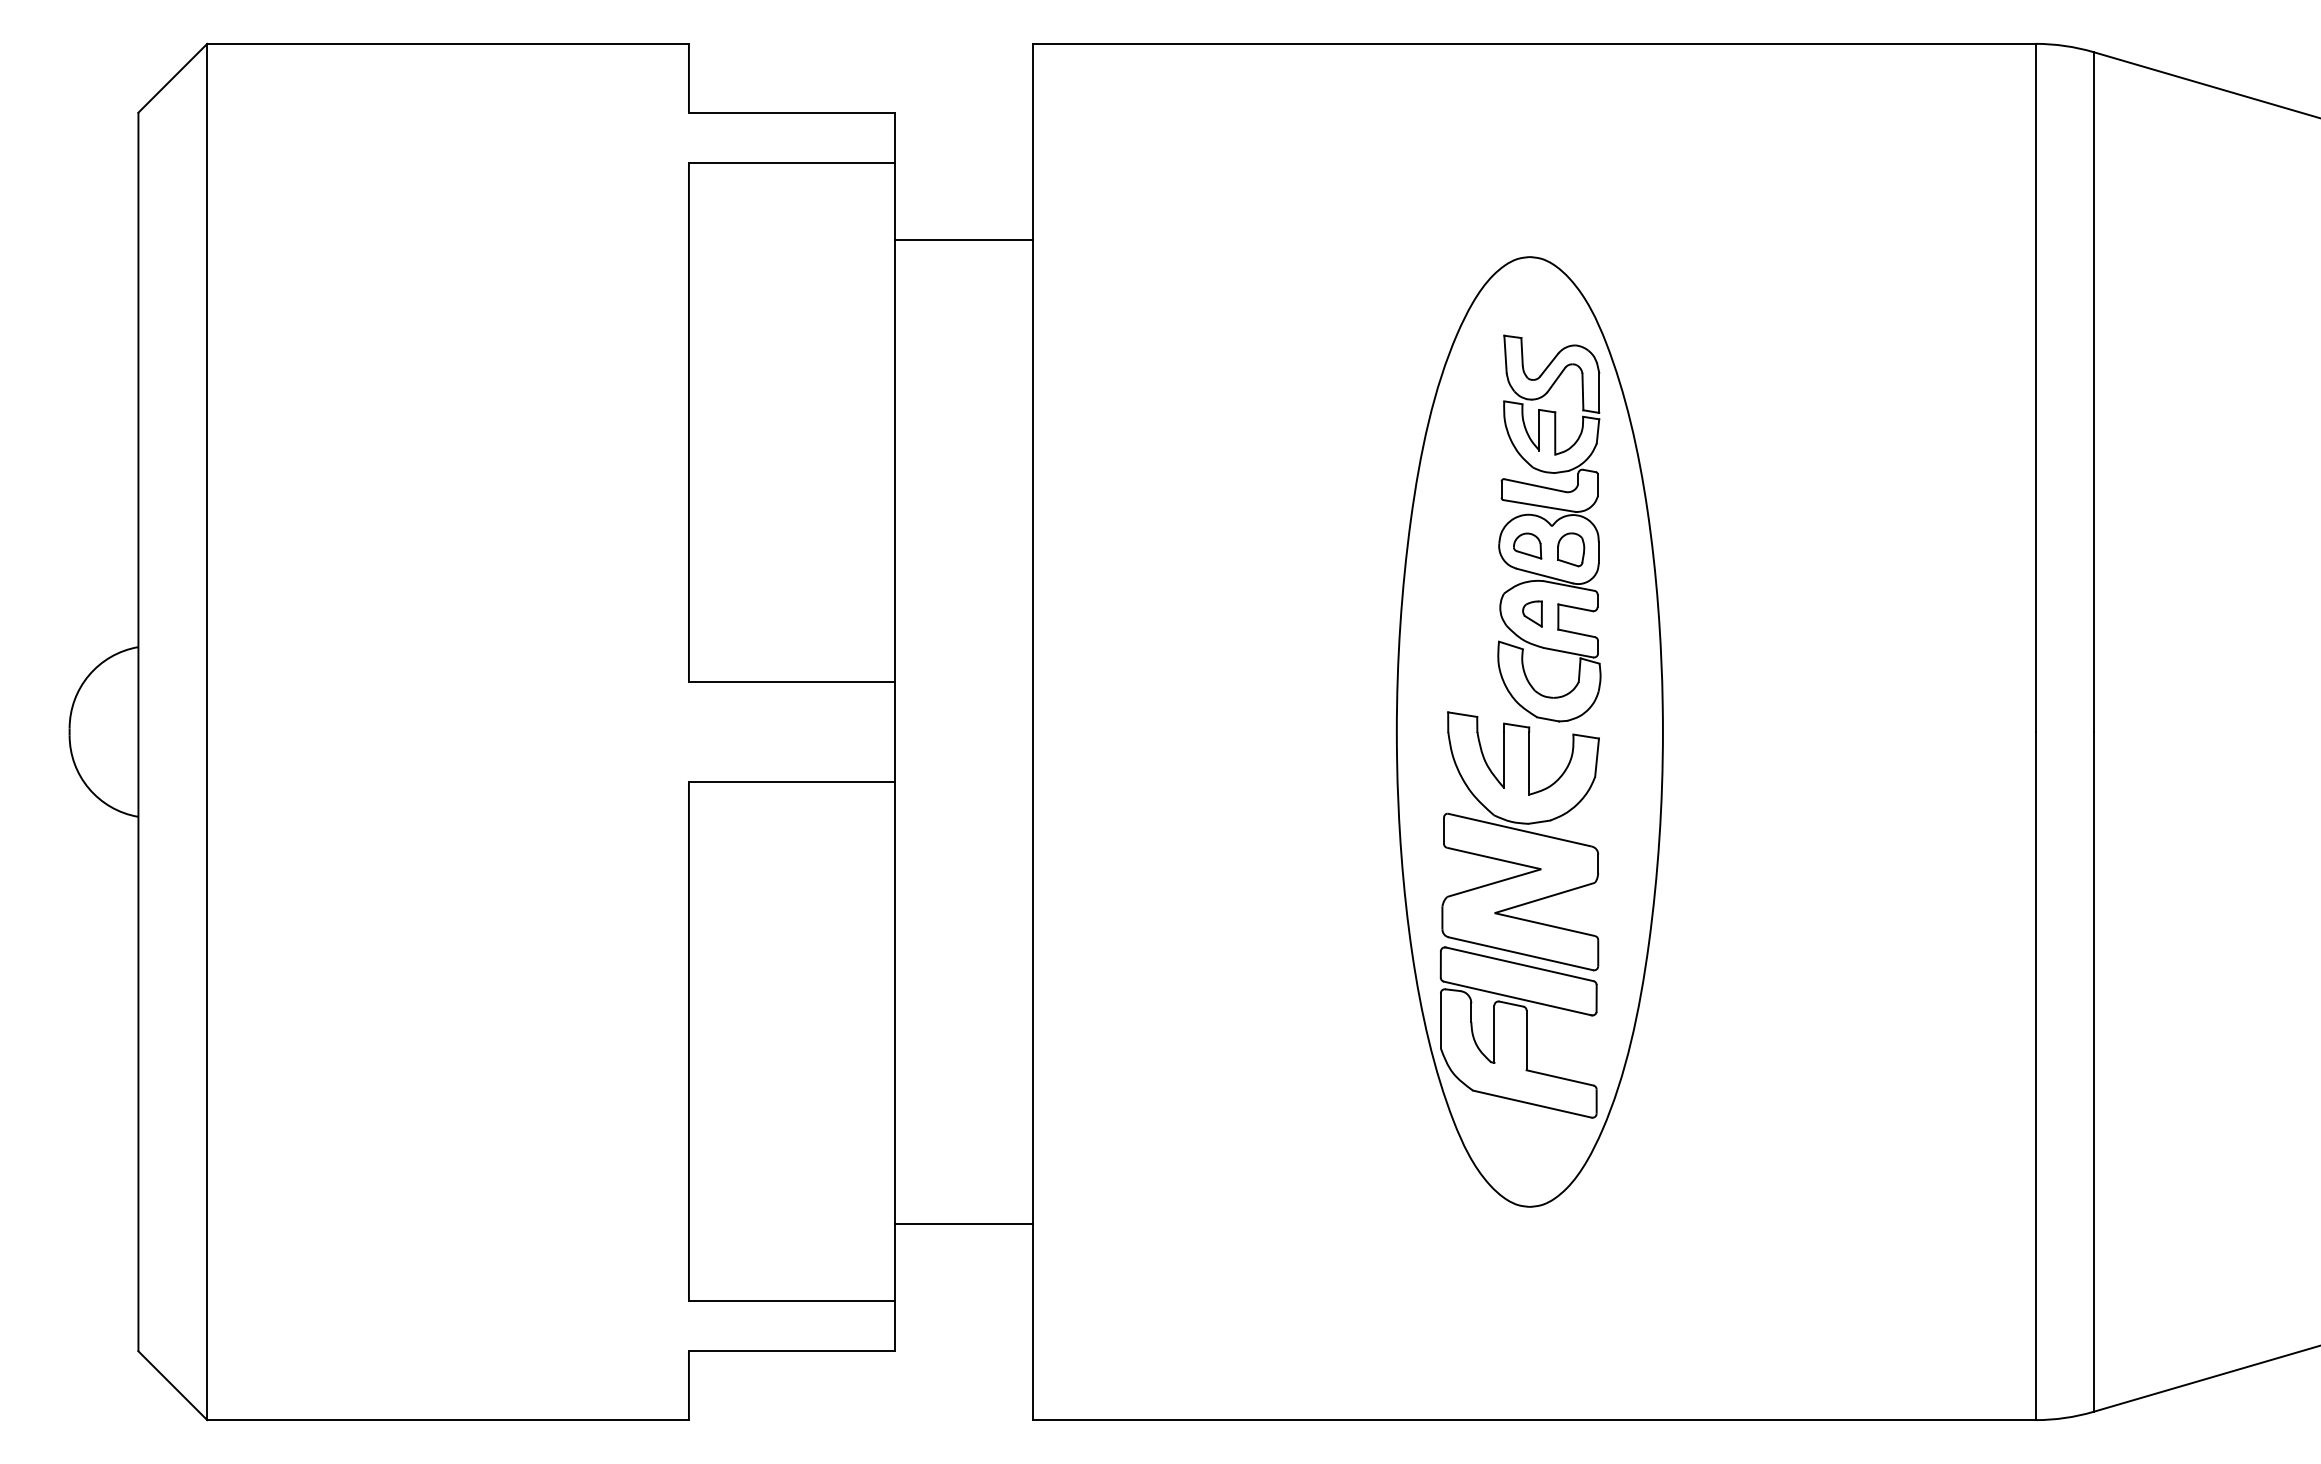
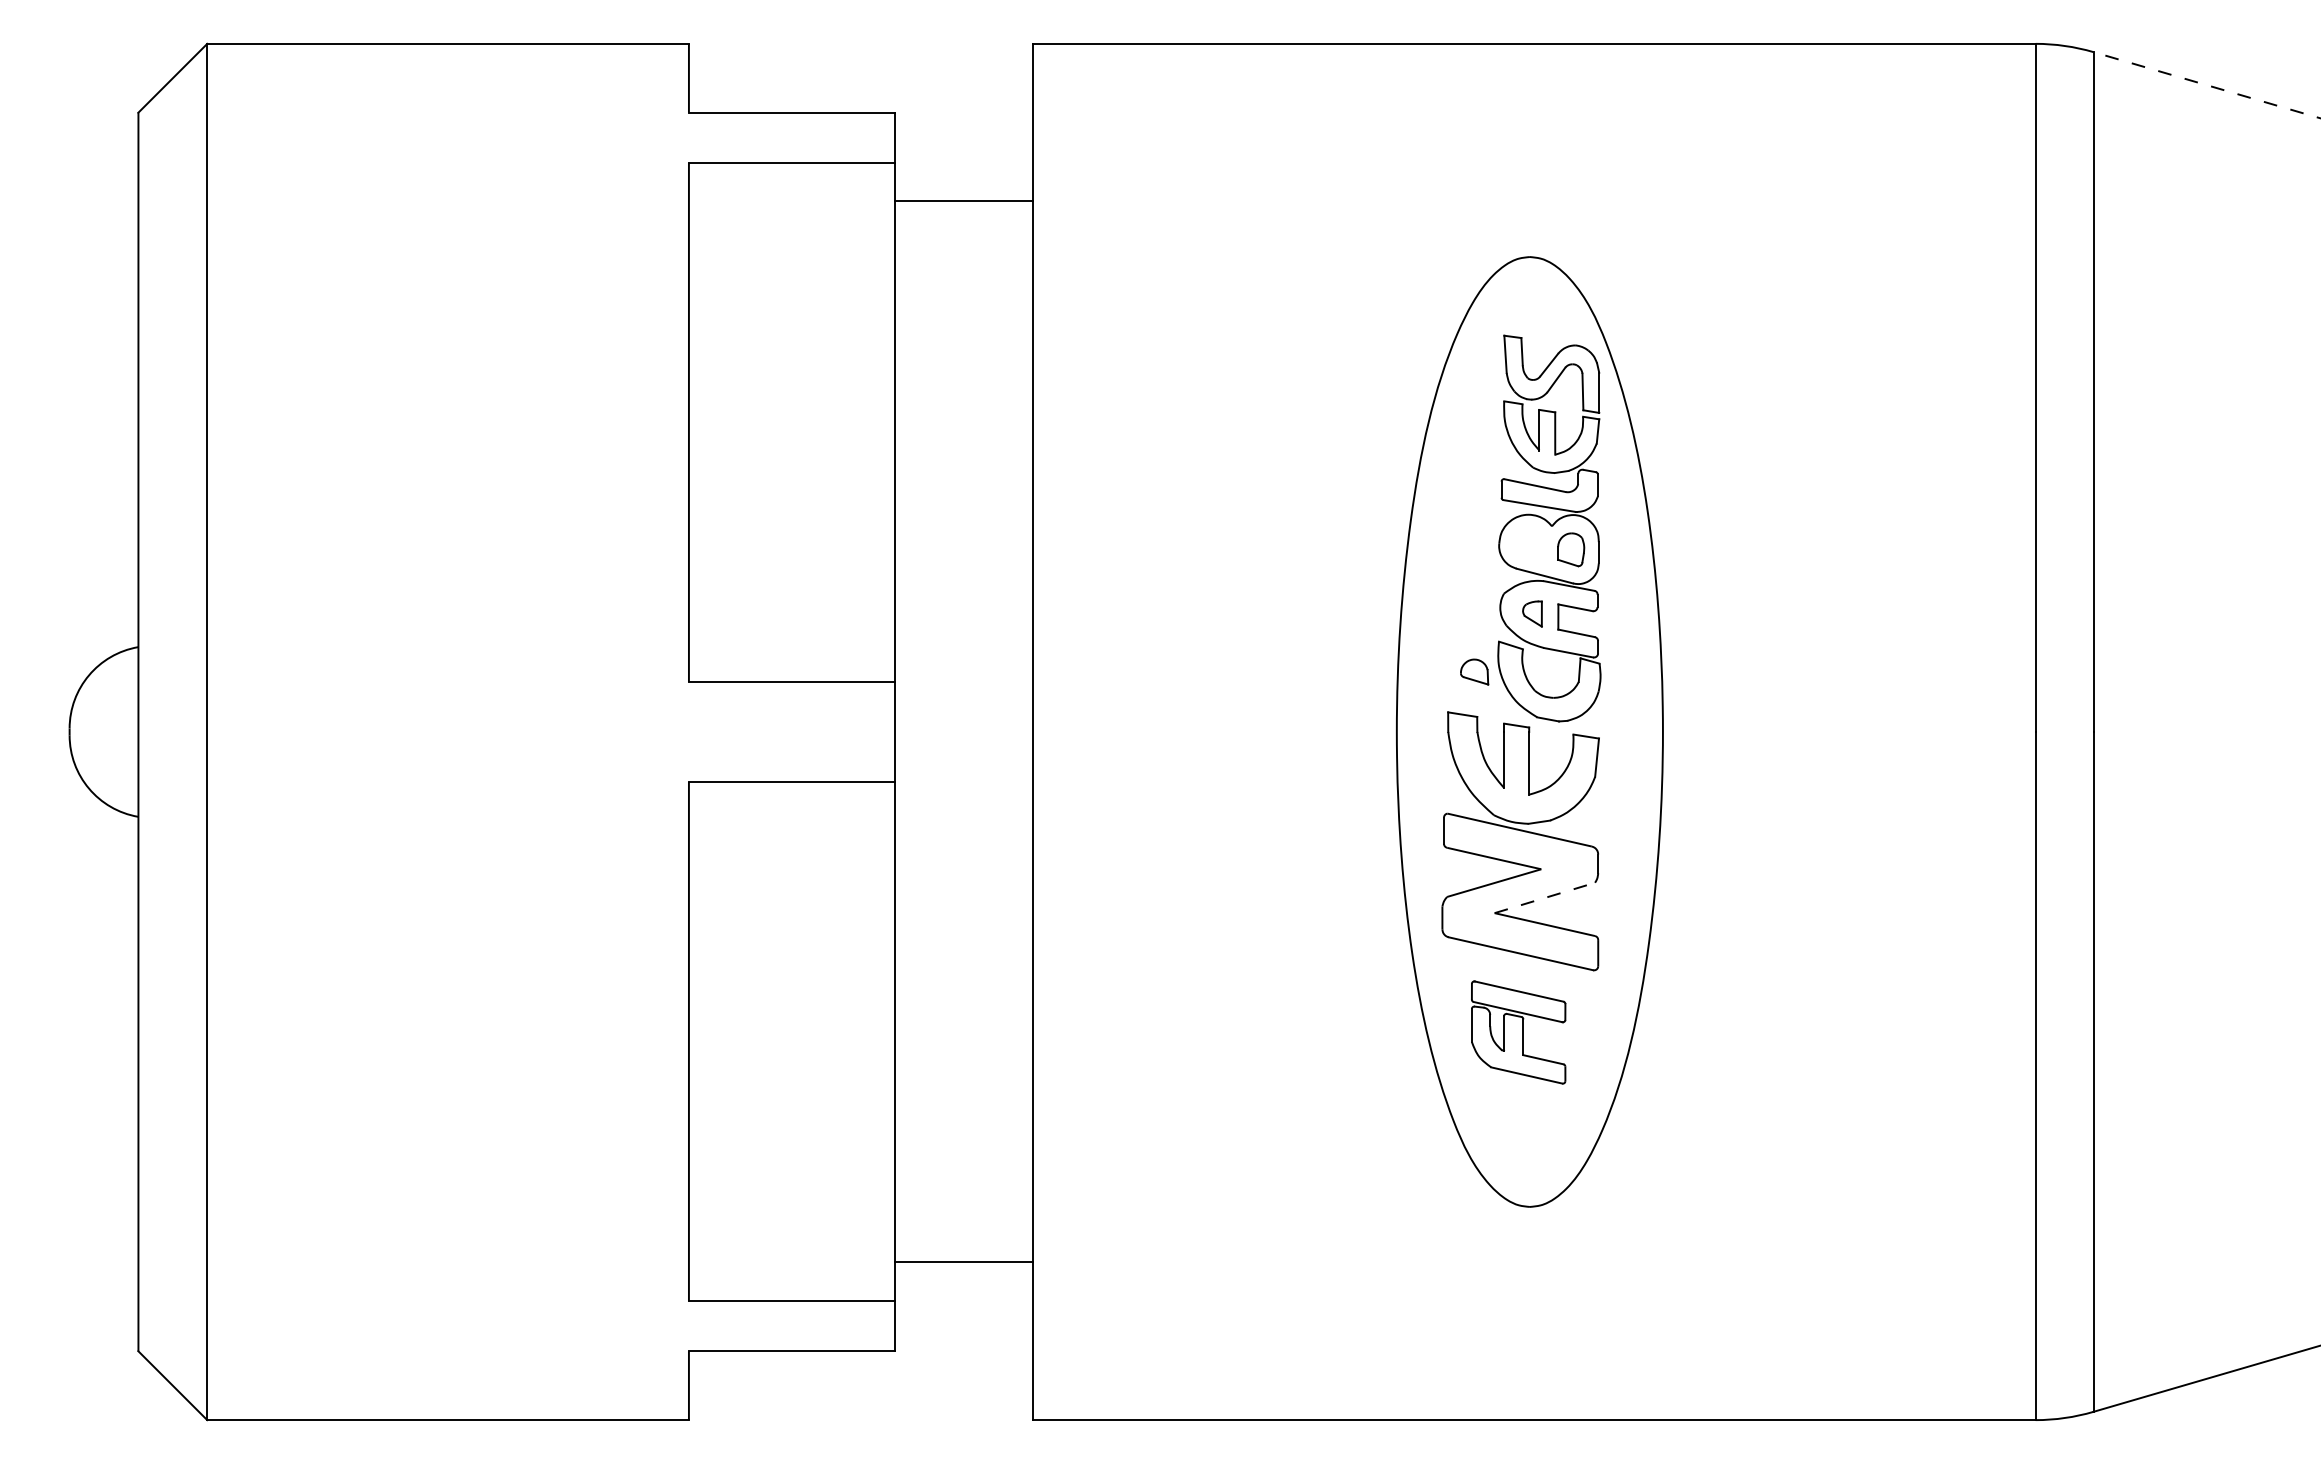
line at (2206, 85): solid -> dashed
line at (964, 239) position: (964, 239) -> (964, 200)
part at (1527, 545) position: (1527, 545) -> (1474, 671)
line at (1544, 898): solid -> dashed
part at (1518, 1032) size: 159x173 px -> 96x105 px
line at (964, 1224) position: (964, 1224) -> (964, 1262)
